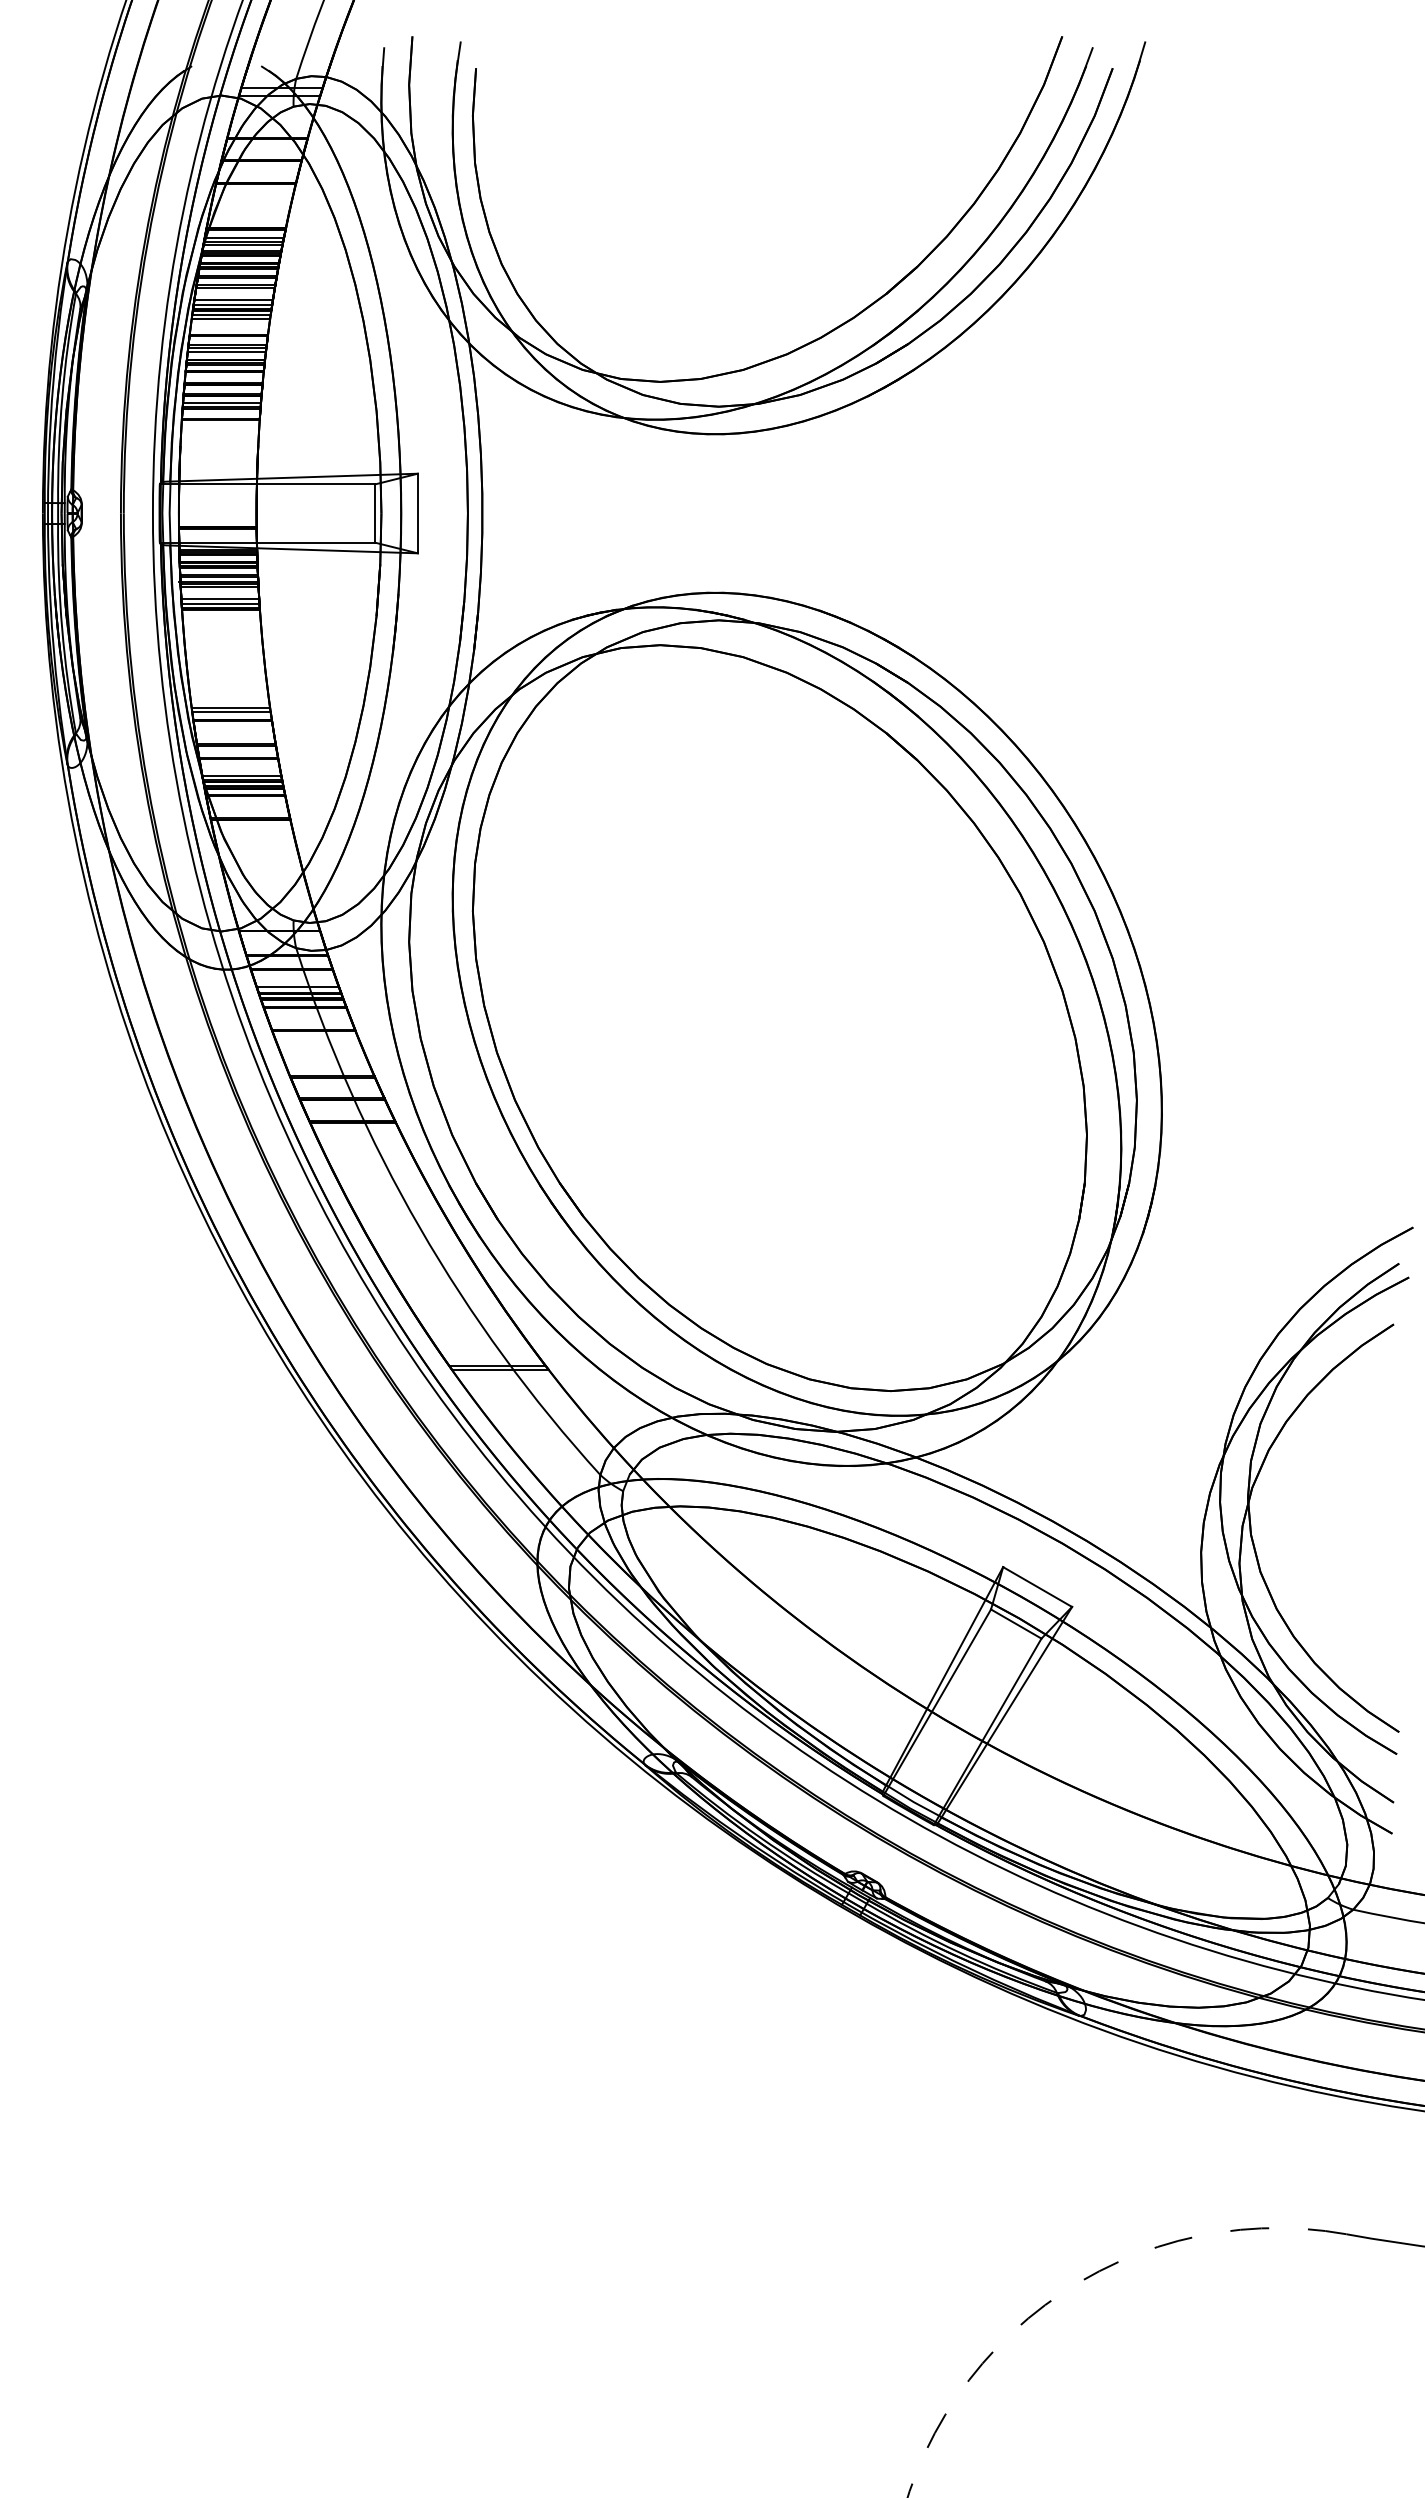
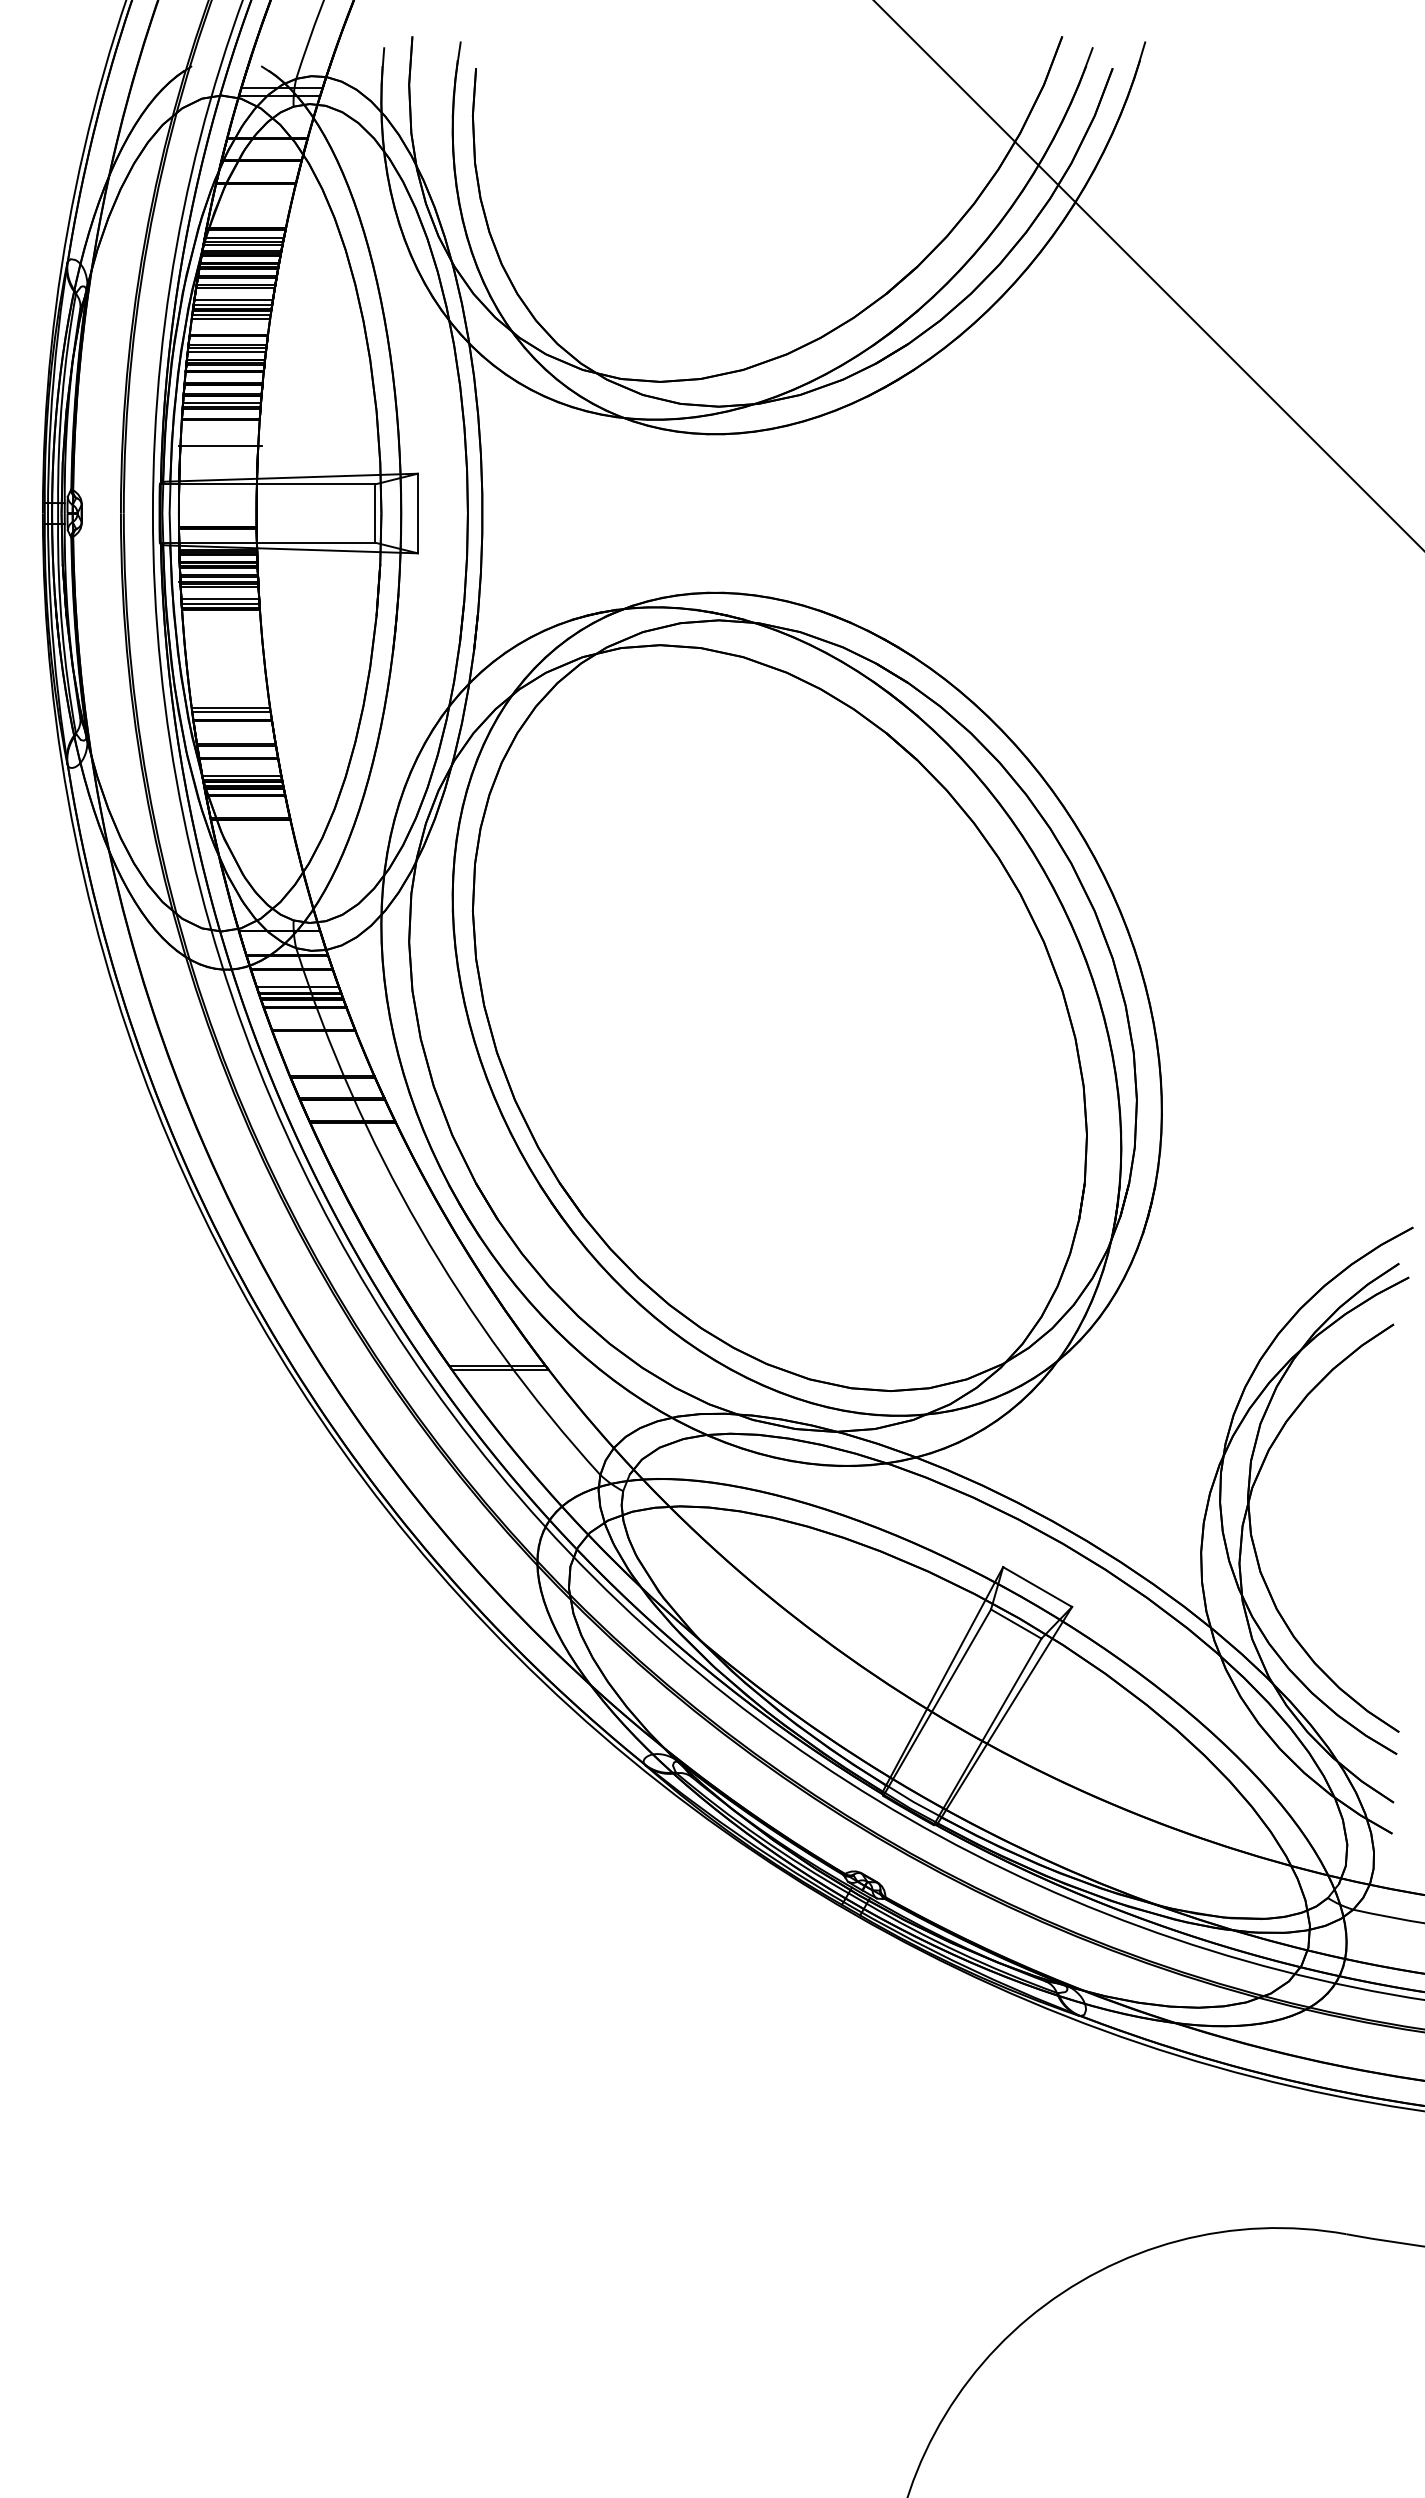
line at (1148, 275): none -> present
line at (220, 445): none -> present
arc at (1077, 2283): dashed -> solid
